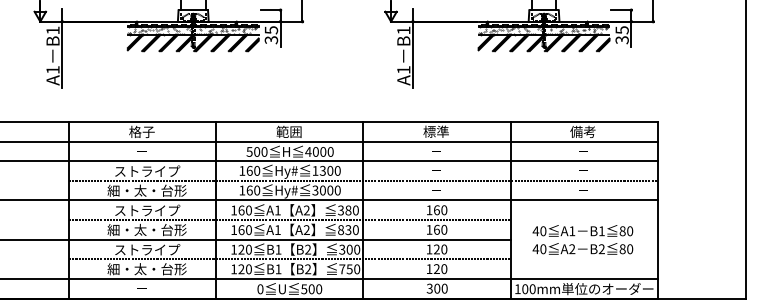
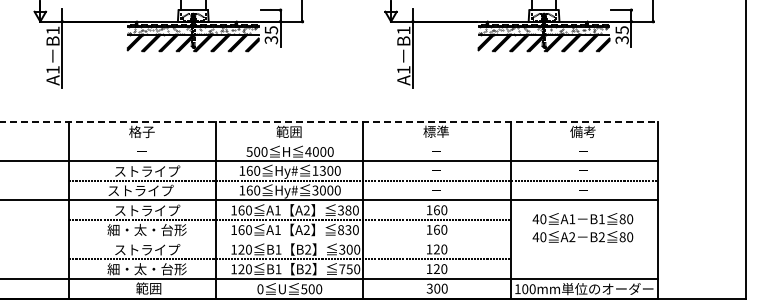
line at (328, 122): solid -> dashed
line at (329, 141): present -> none
text at (146, 190): 細・太・台形 -> ストライプ
line at (256, 239): present -> none
text at (582, 239) position: (582, 239) -> (582, 227)
text at (148, 288): － -> 範囲
